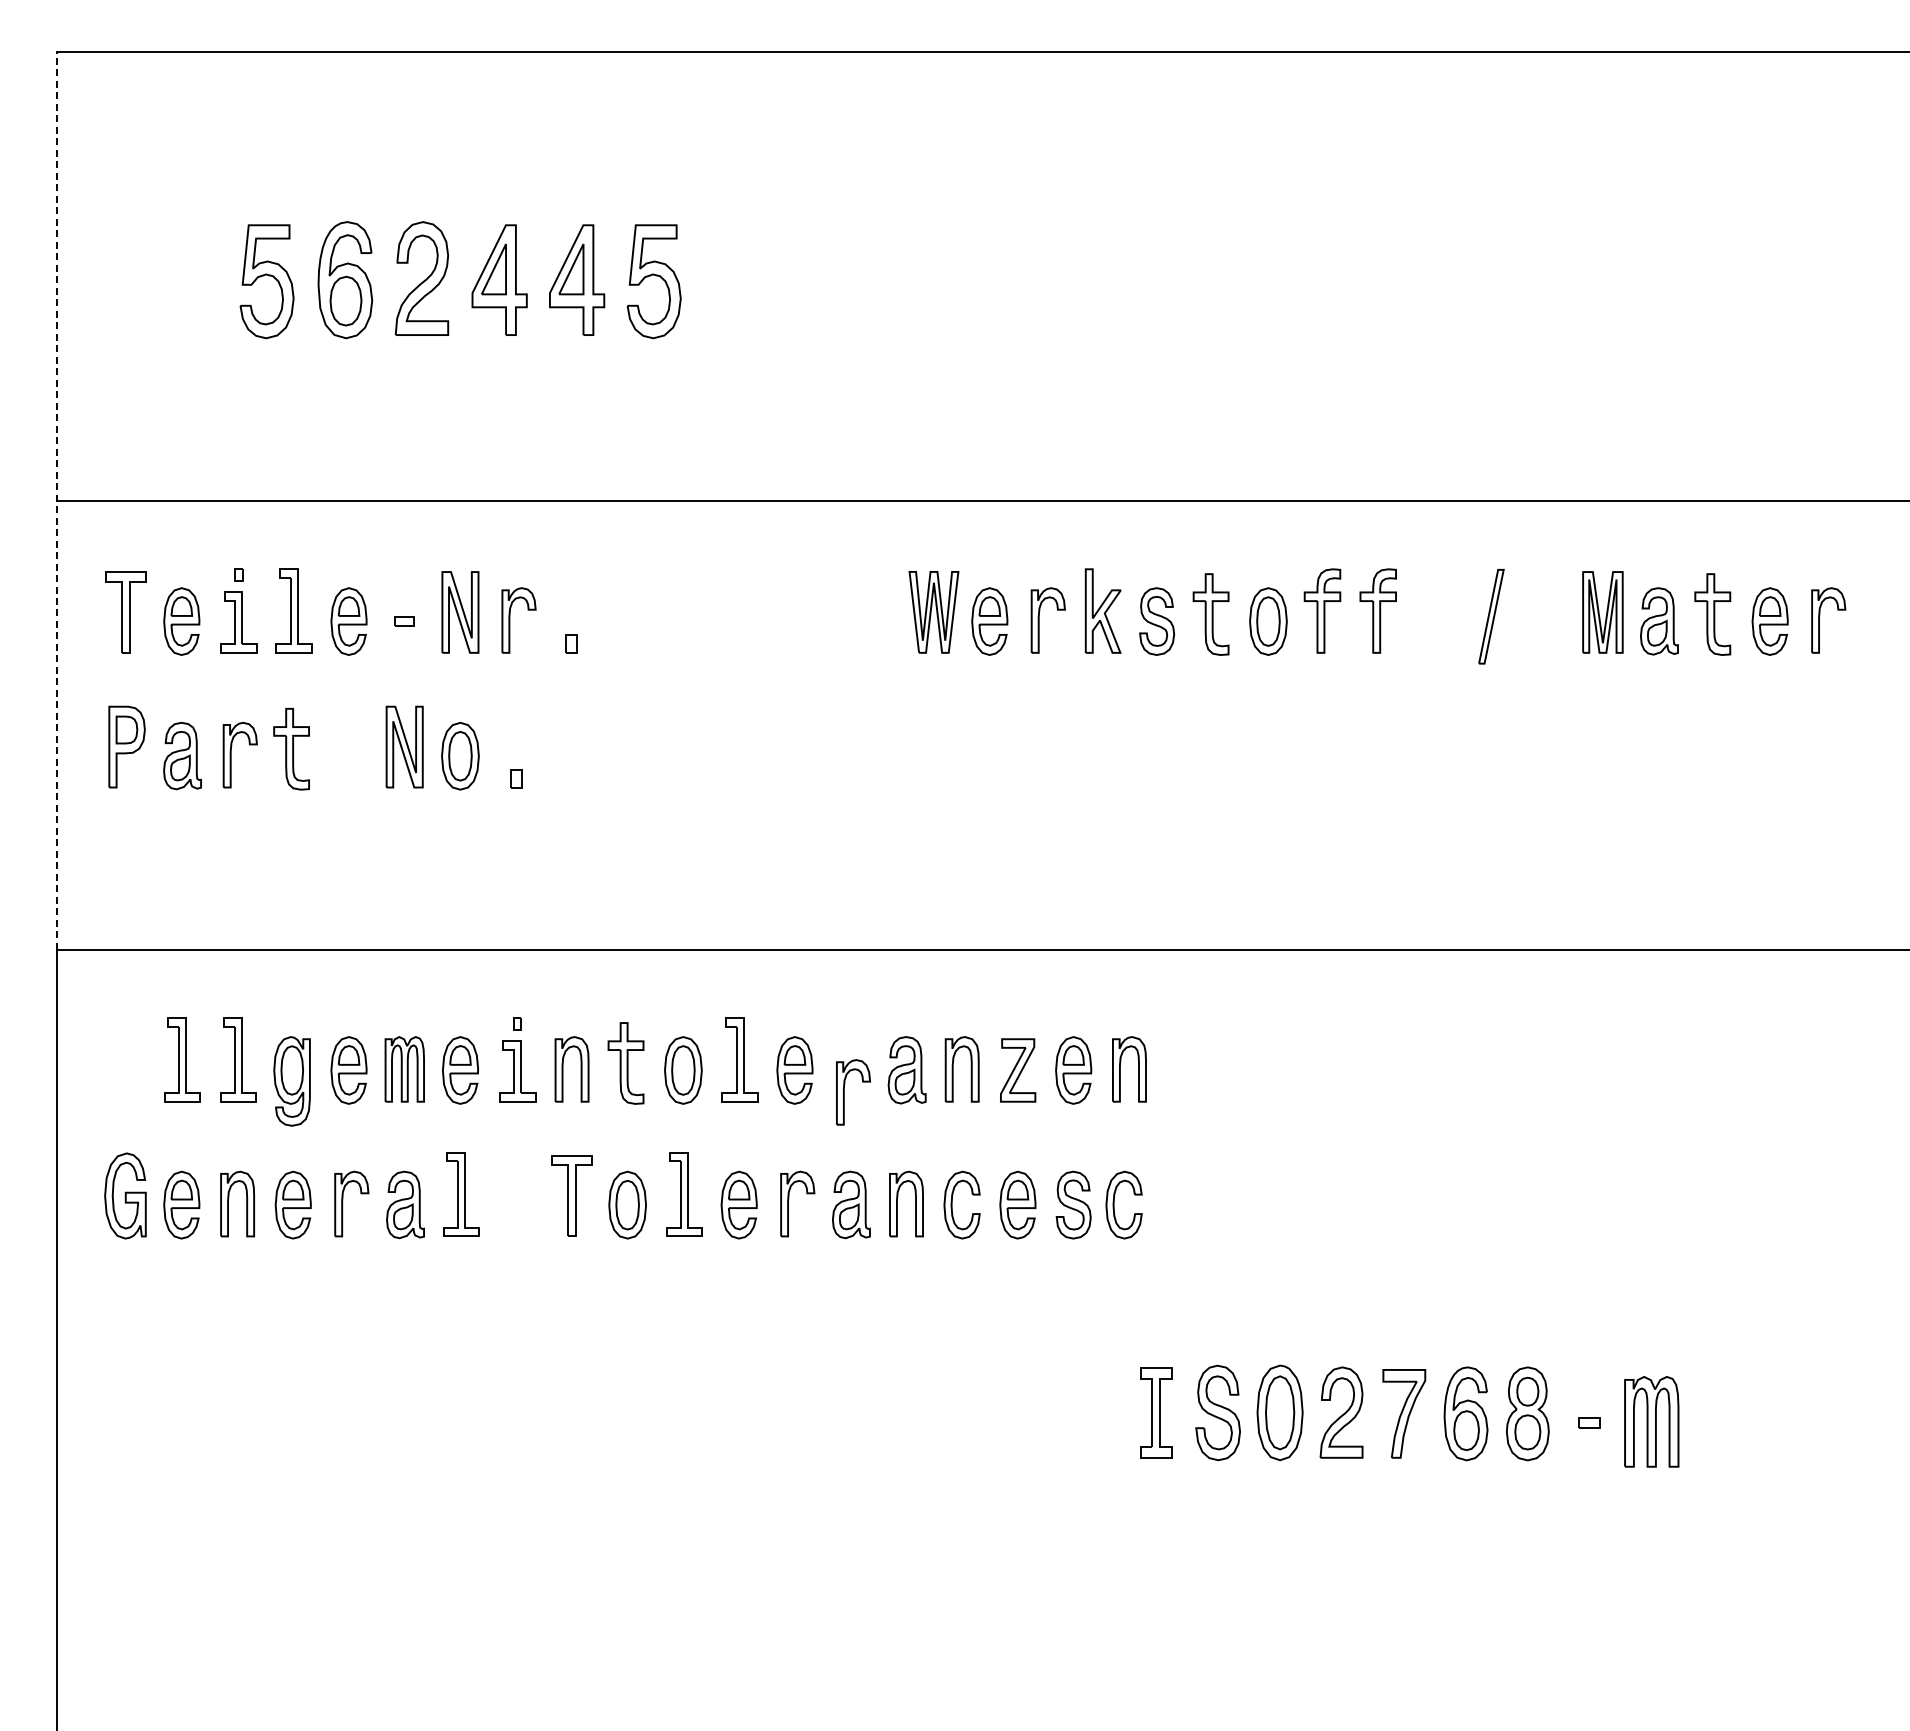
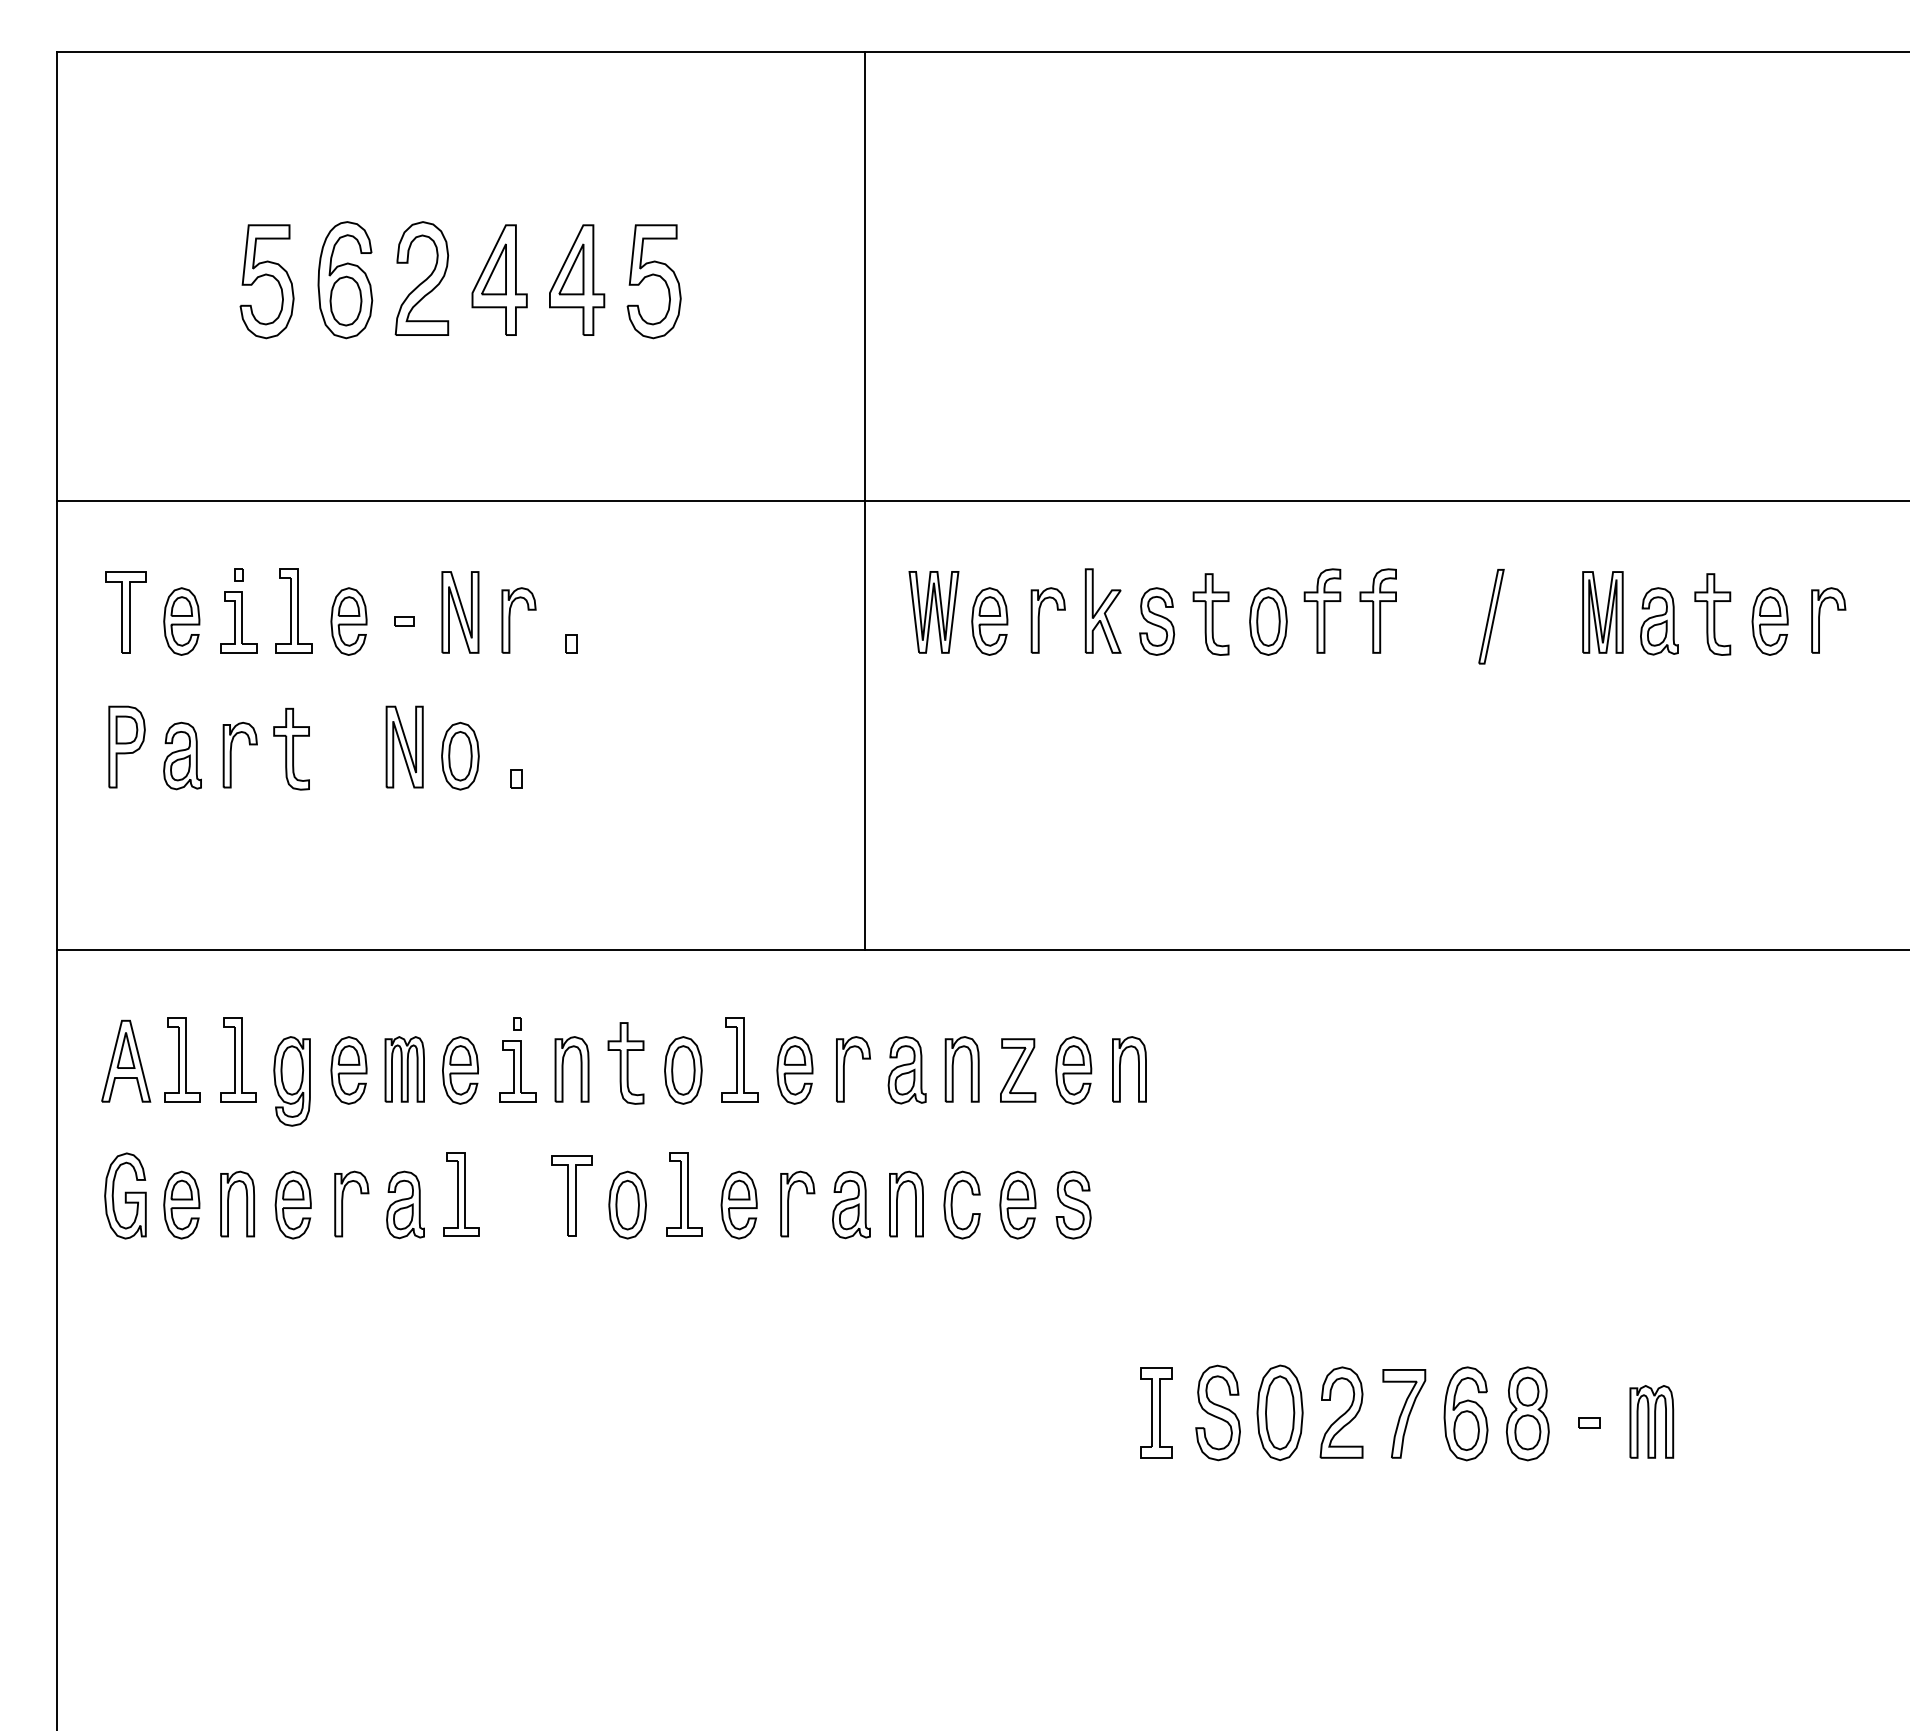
line at (57, 500): dashed -> solid
line at (865, 500): none -> present
part at (126, 1060): none -> present
part at (844, 1092) position: (844, 1092) -> (844, 1069)
part at (1114, 1204): present -> none
part at (1651, 1421) size: 56x92 px -> 46x74 px
